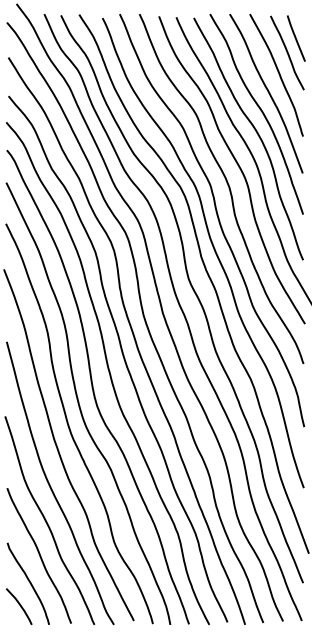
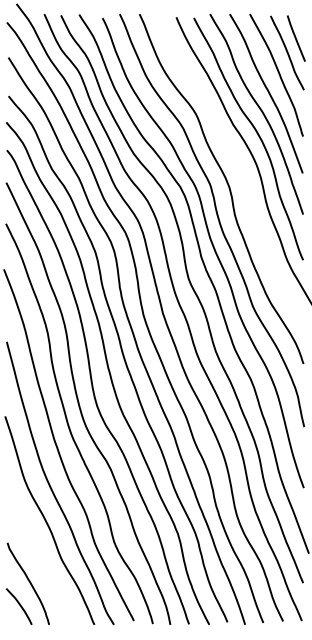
curve at (238, 167): present -> none
curve at (38, 554): present -> none
